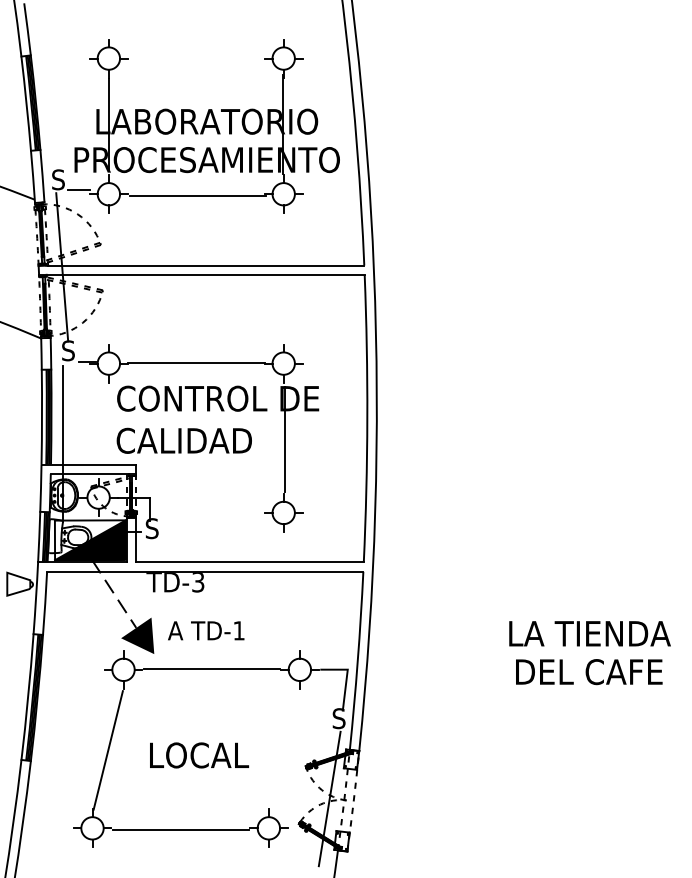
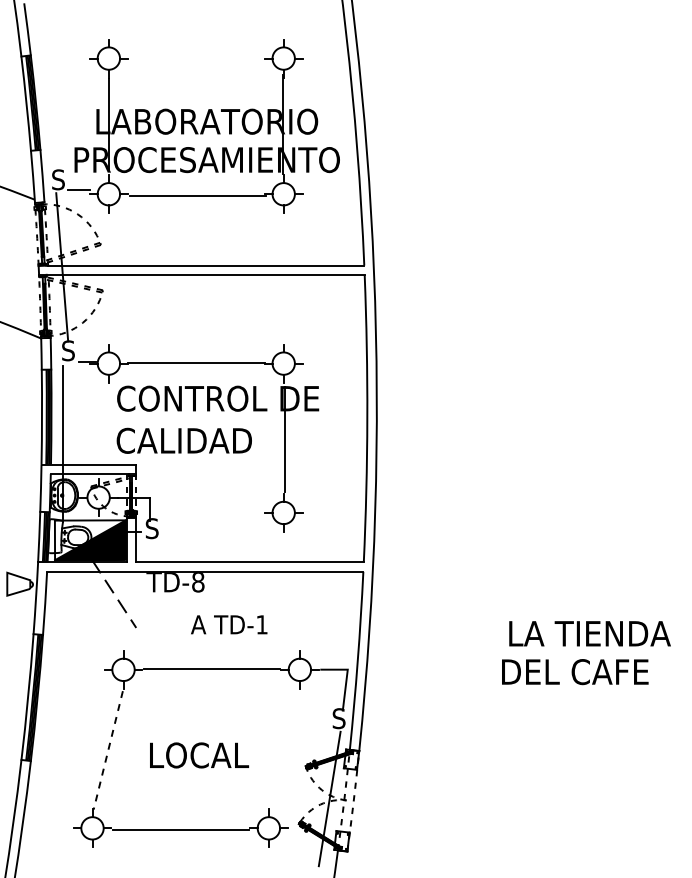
text at (198, 582): TD-3 -> TD-8
text at (206, 630) position: (206, 630) -> (229, 624)
fill at (137, 635): present -> none
text at (589, 672) position: (589, 672) -> (575, 672)
line at (108, 750): solid -> dashed
